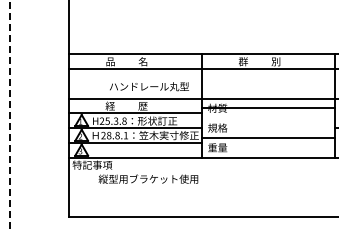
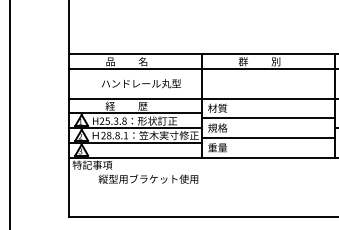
text at (149, 86) position: (149, 86) -> (141, 83)
line at (267, 108) position: (267, 108) -> (267, 118)
line at (9, 115): dashed -> solid
